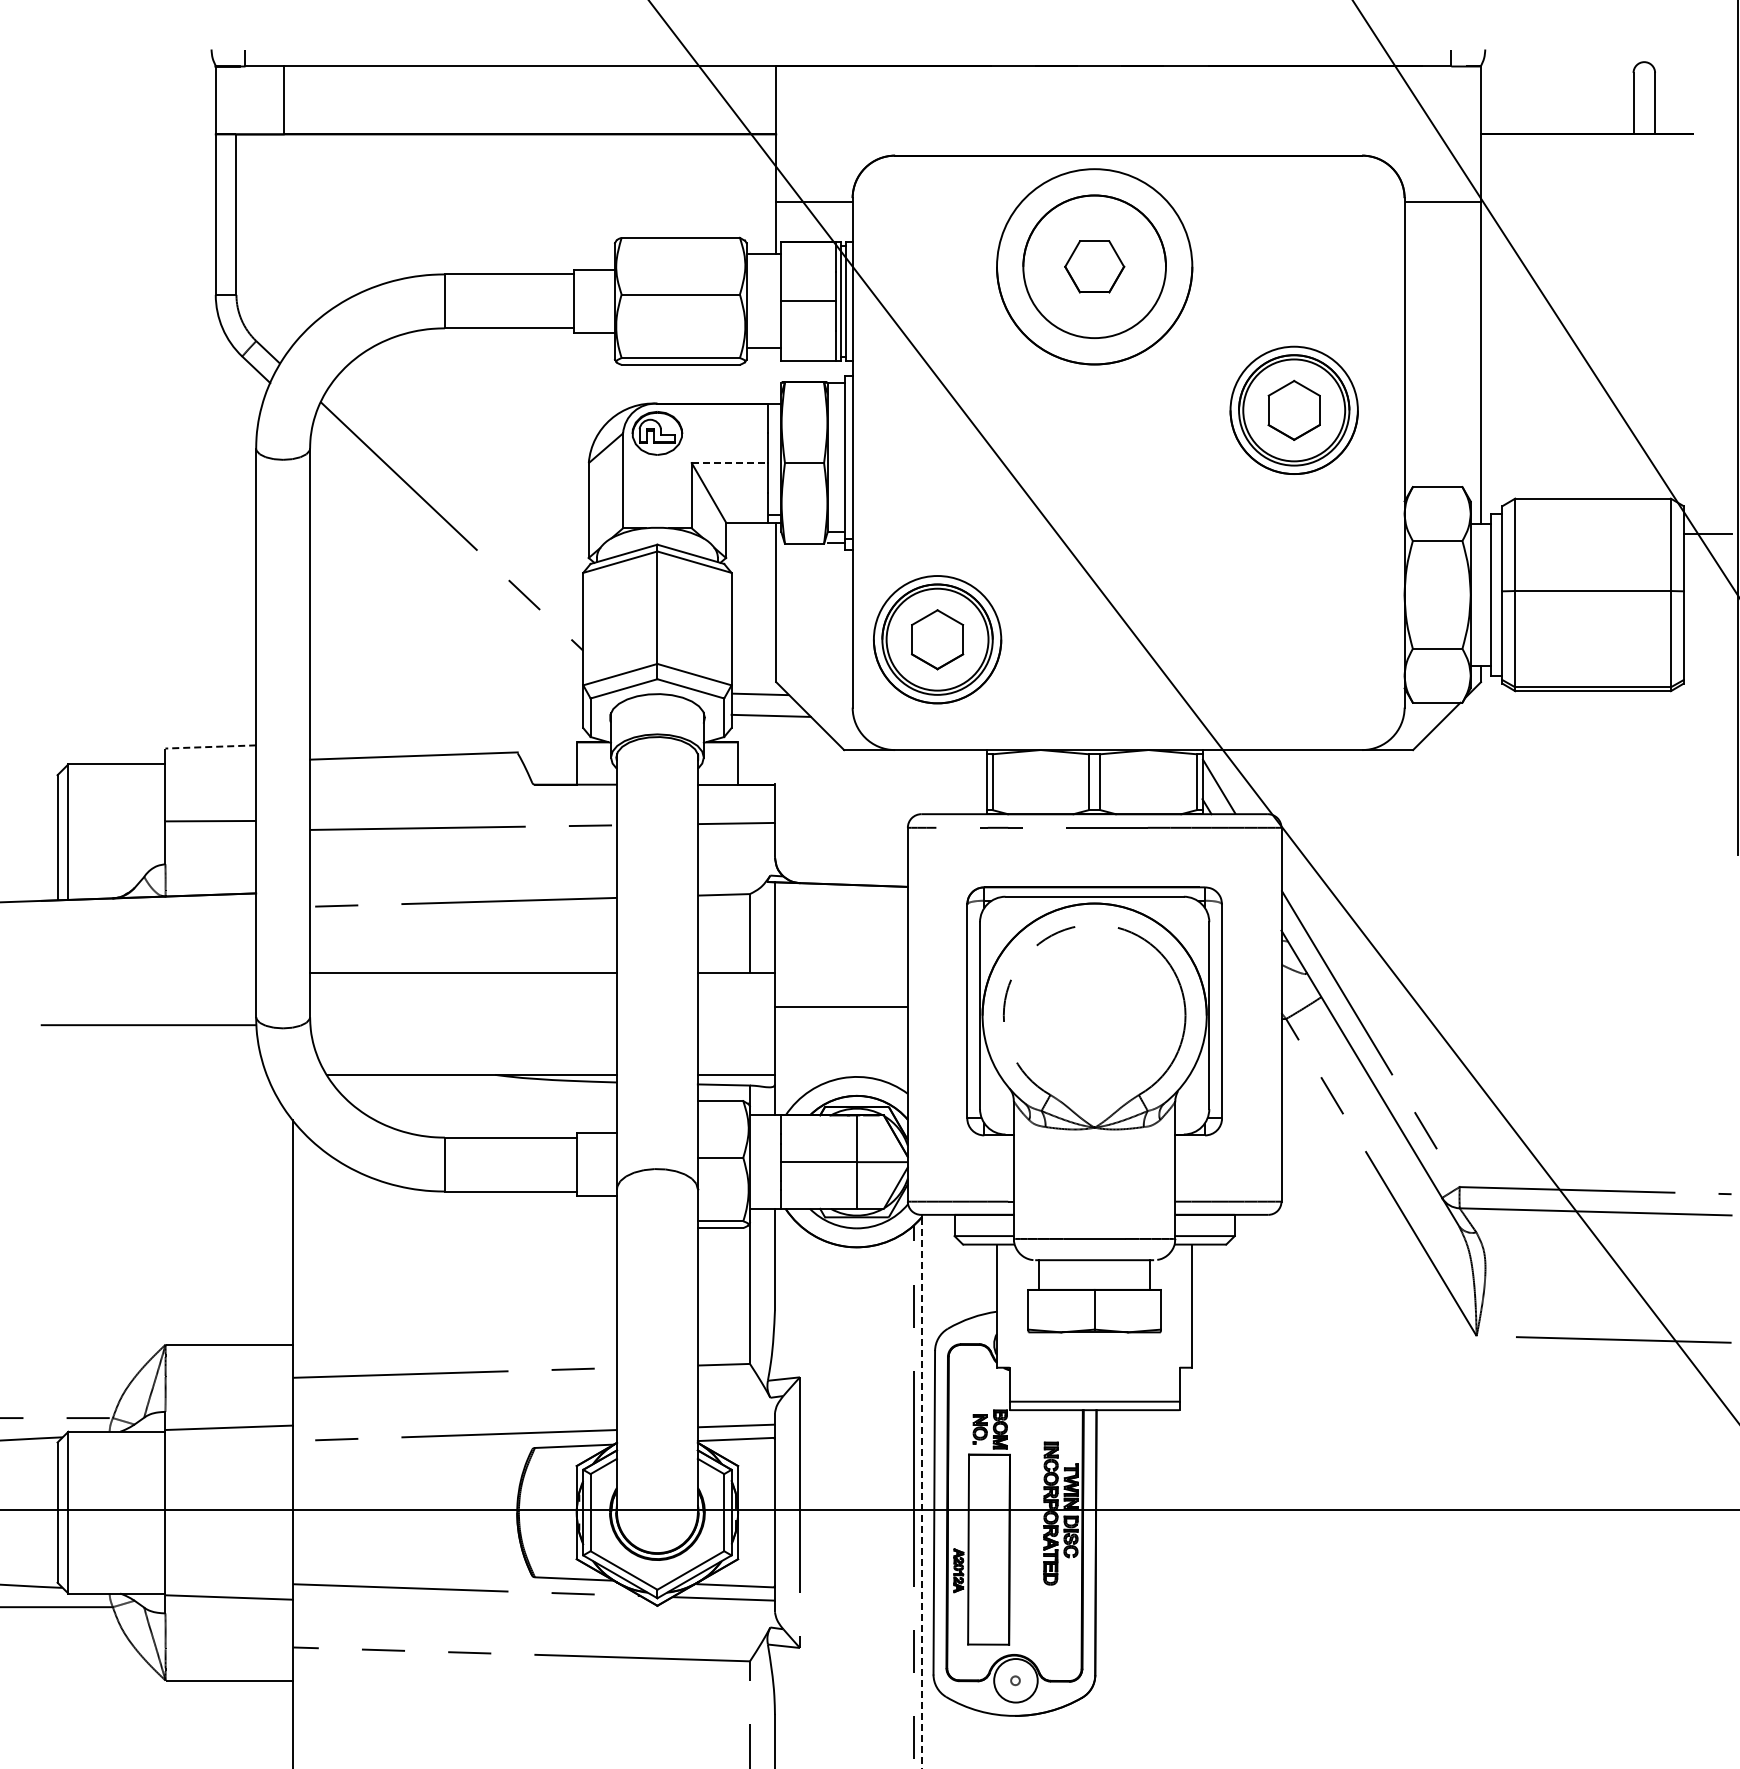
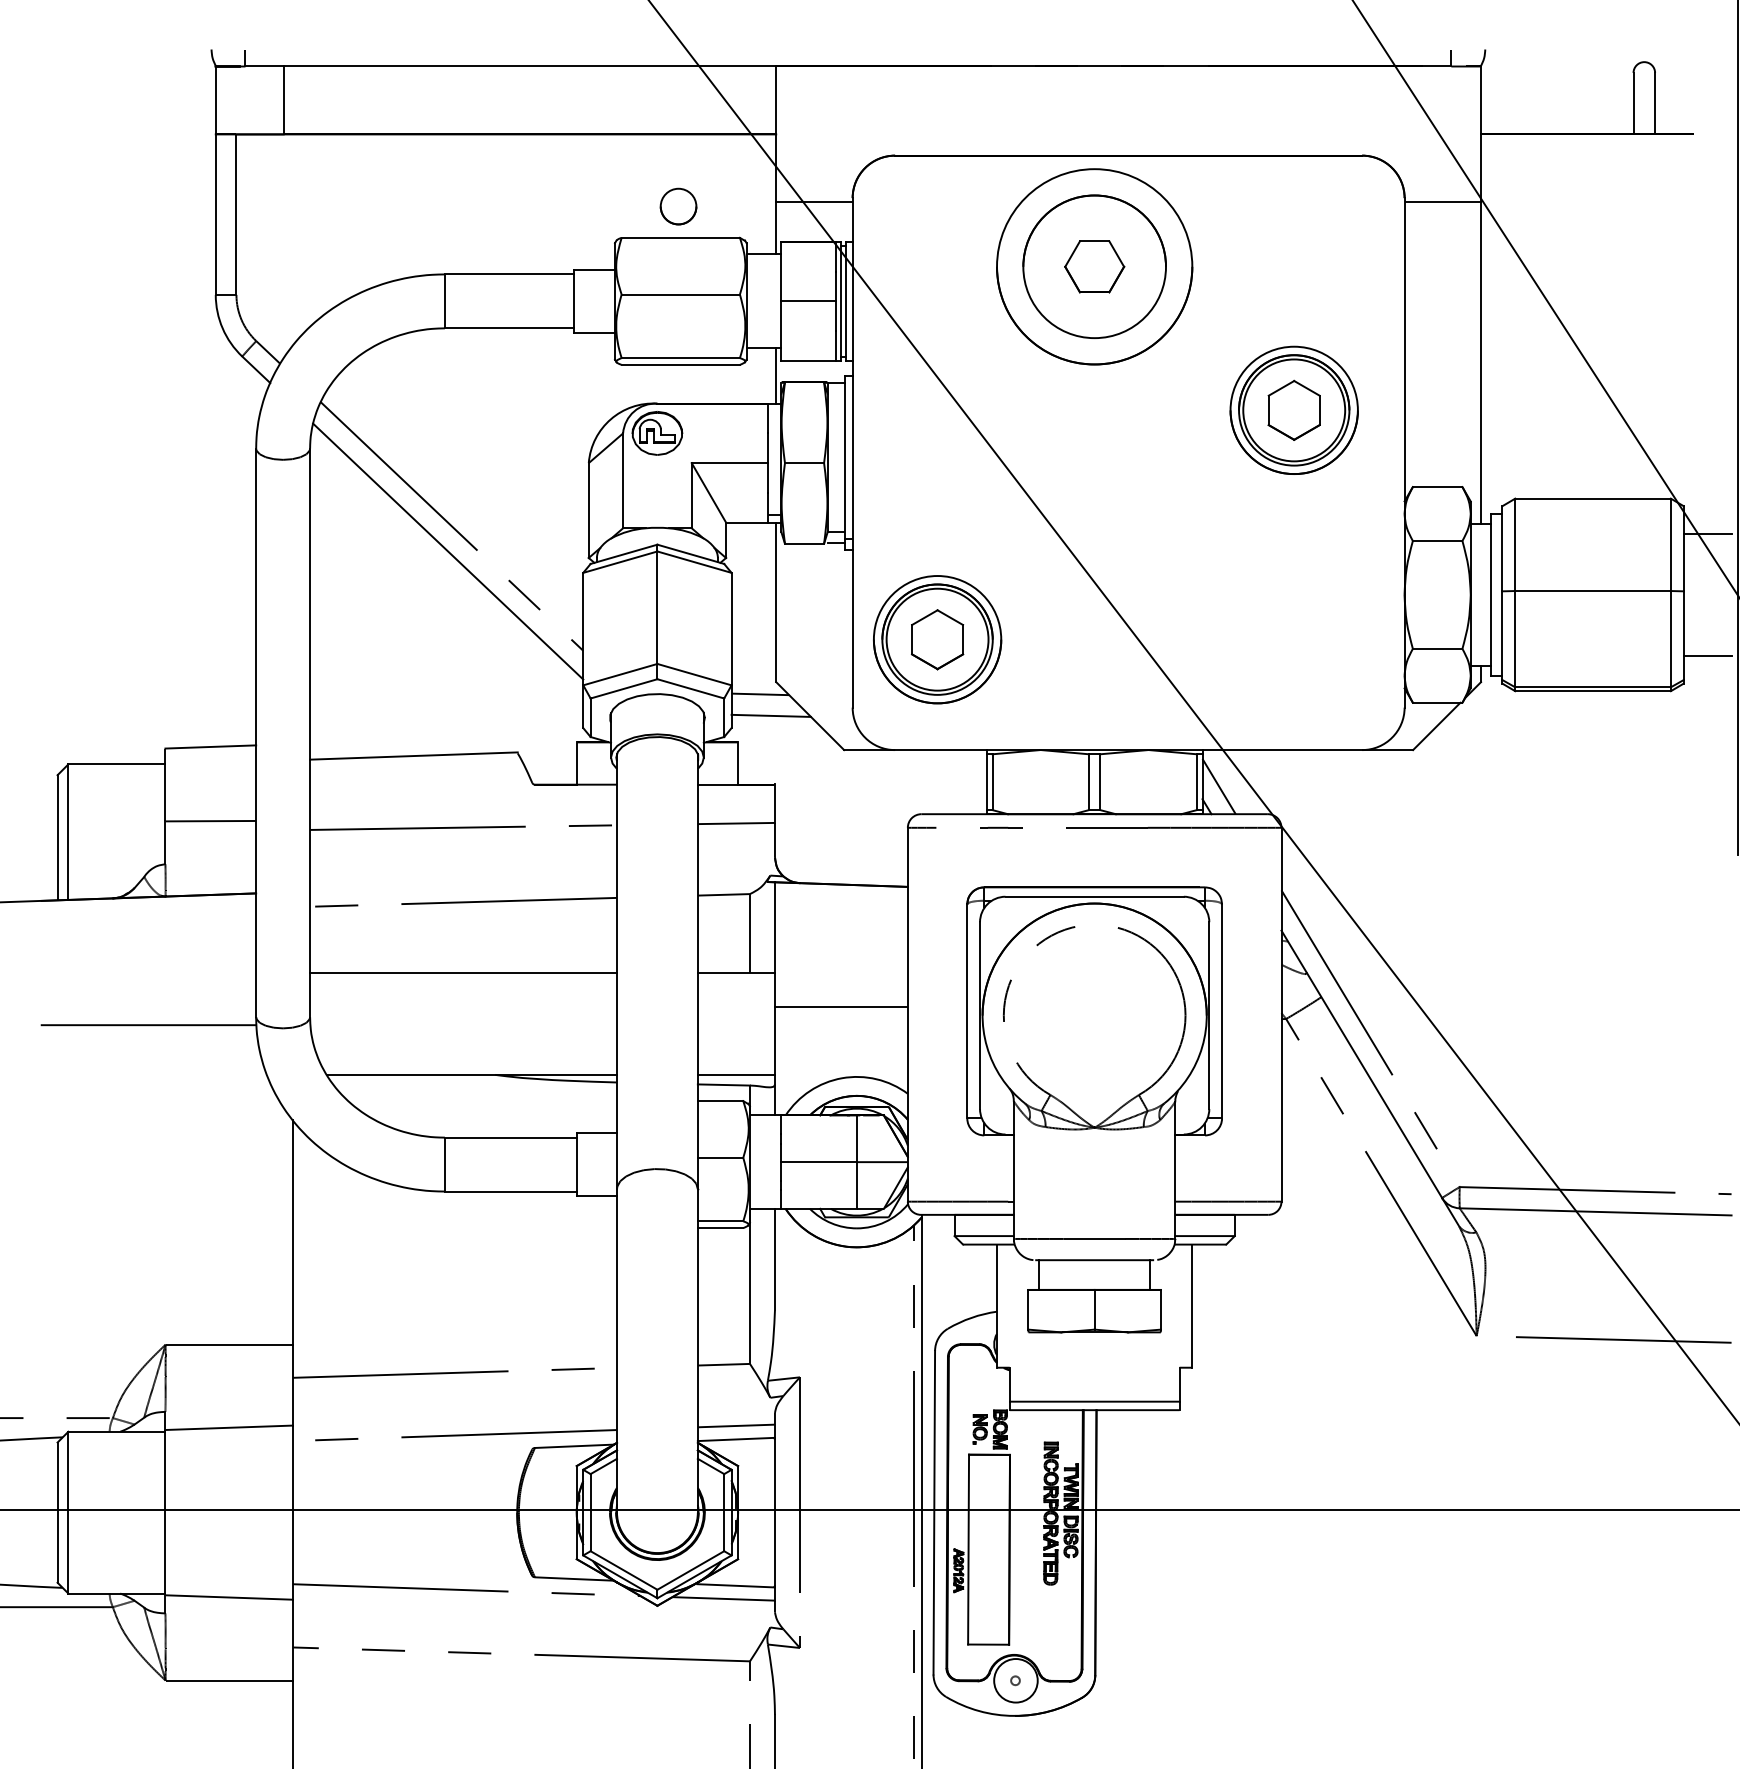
part at (678, 206): none -> present
line at (776, 375): none -> present
line at (730, 463): dashed -> solid
line at (448, 551): none -> present
line at (1707, 655): none -> present
line at (210, 746): dashed -> solid
line at (921, 1493): dashed -> solid
